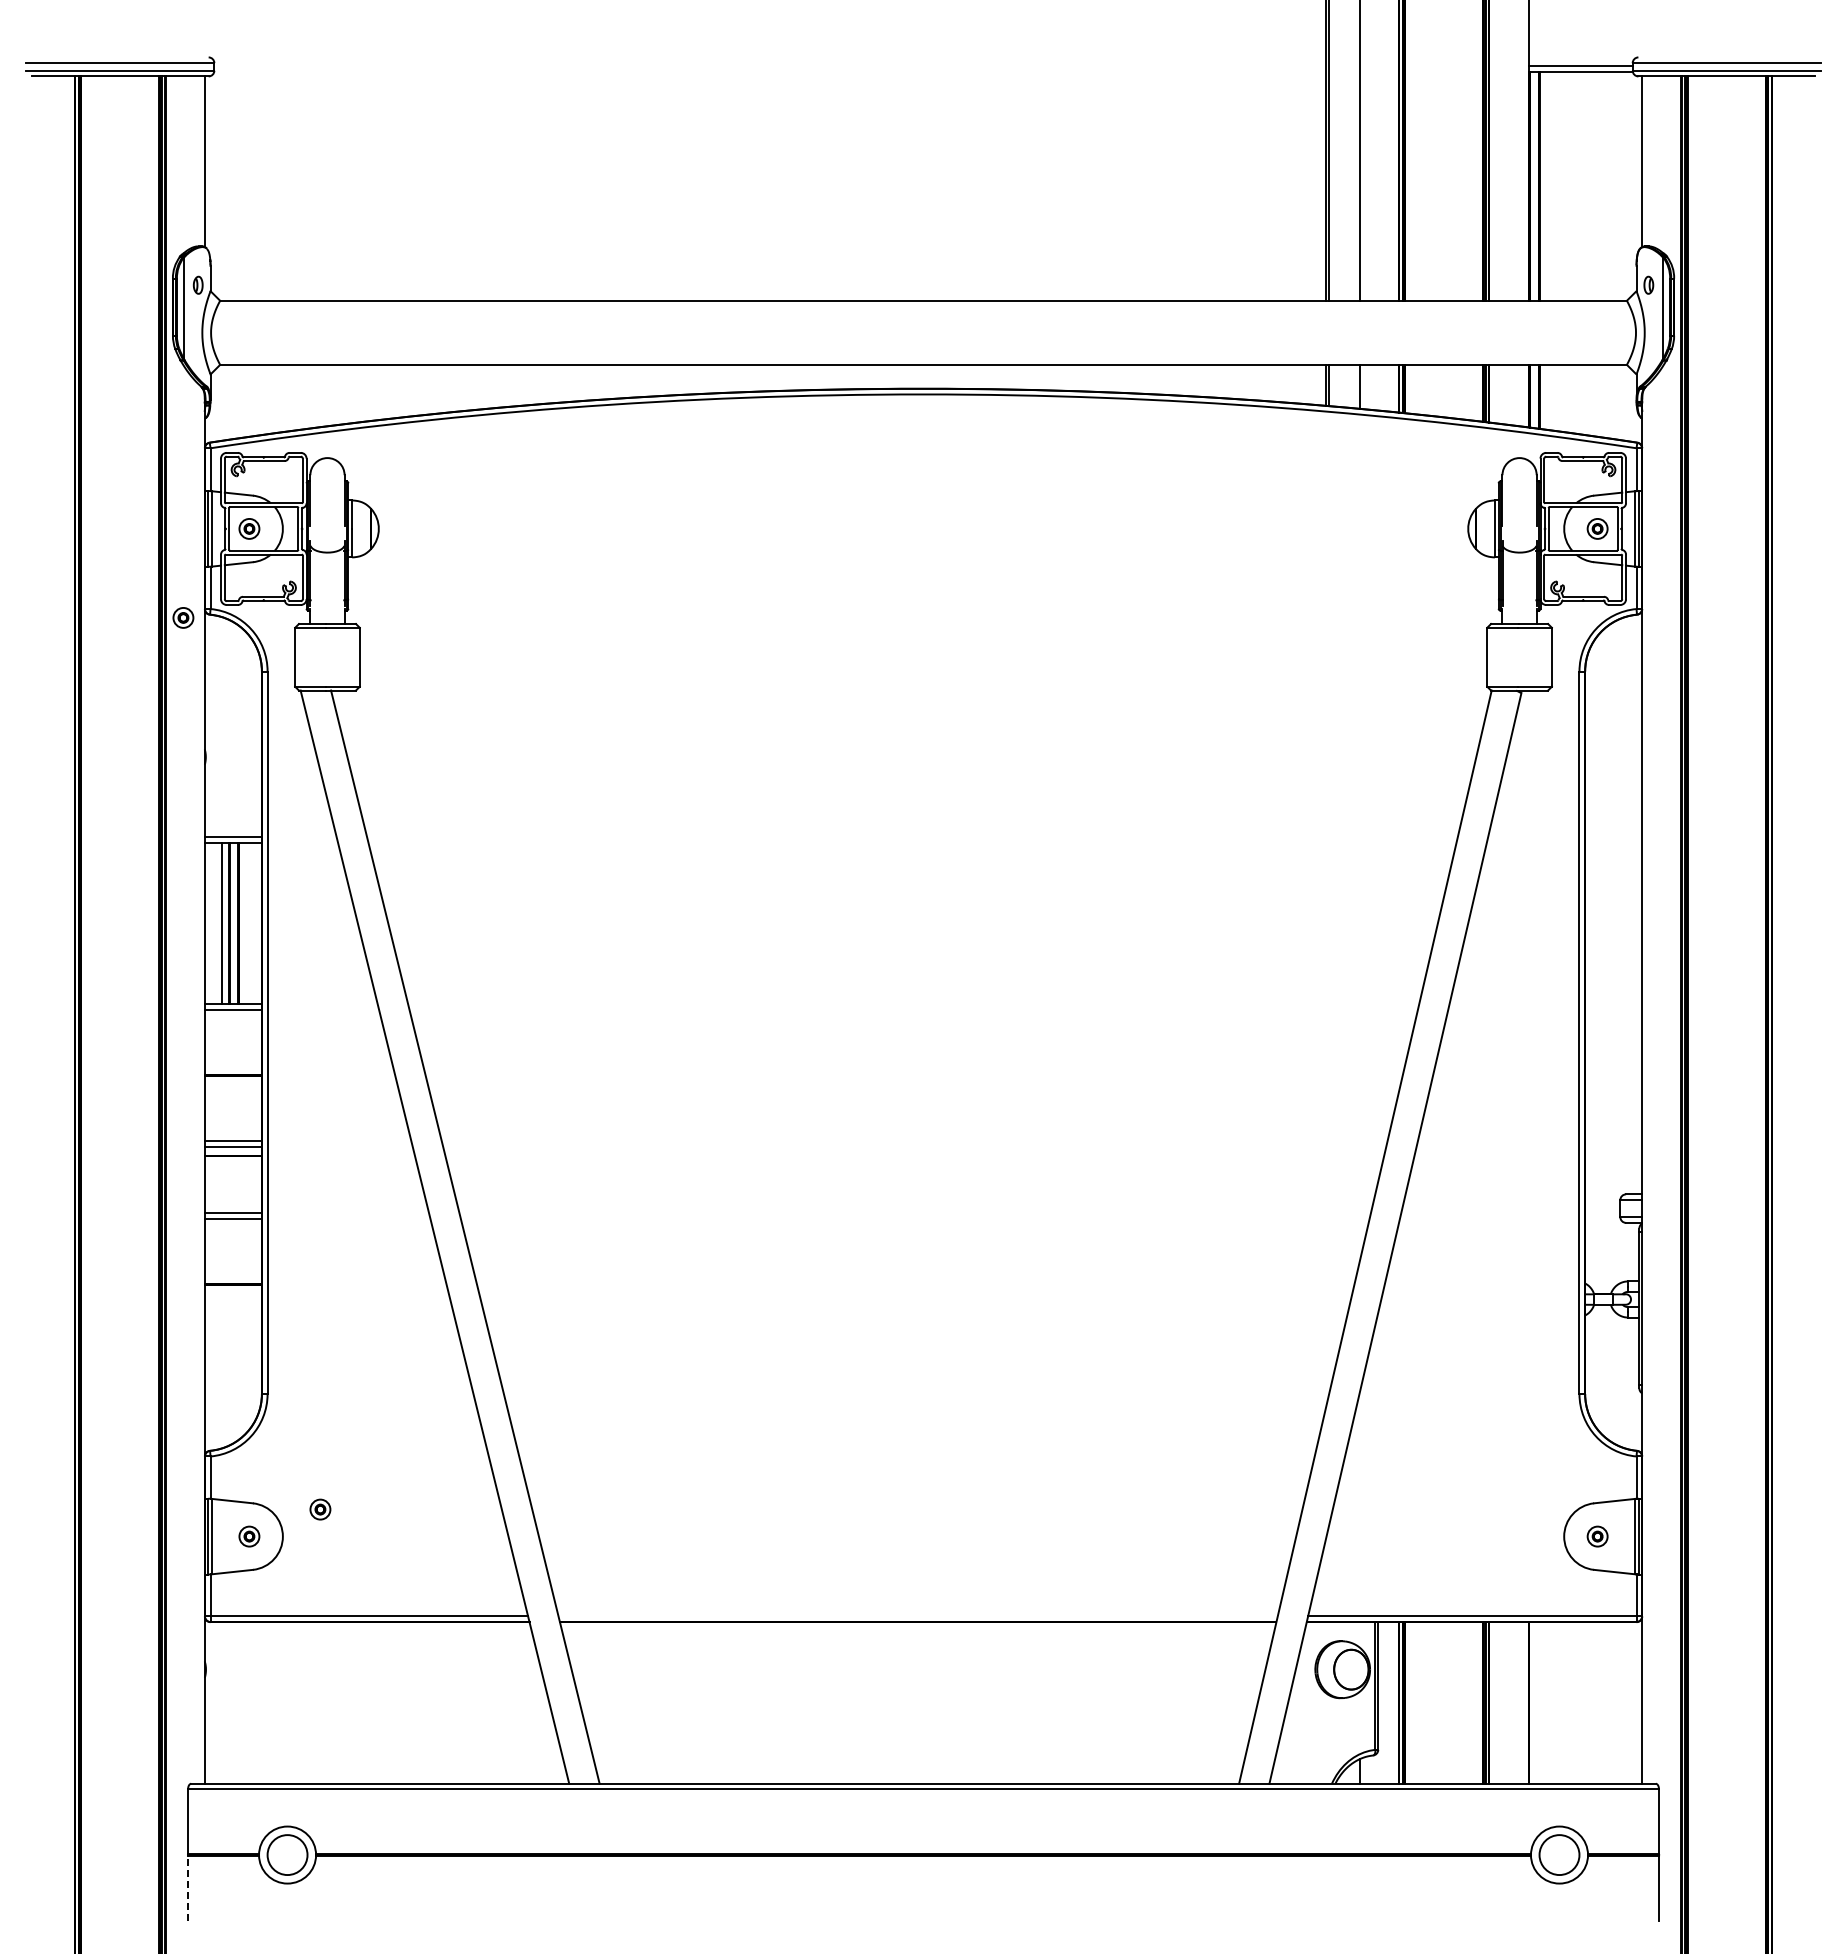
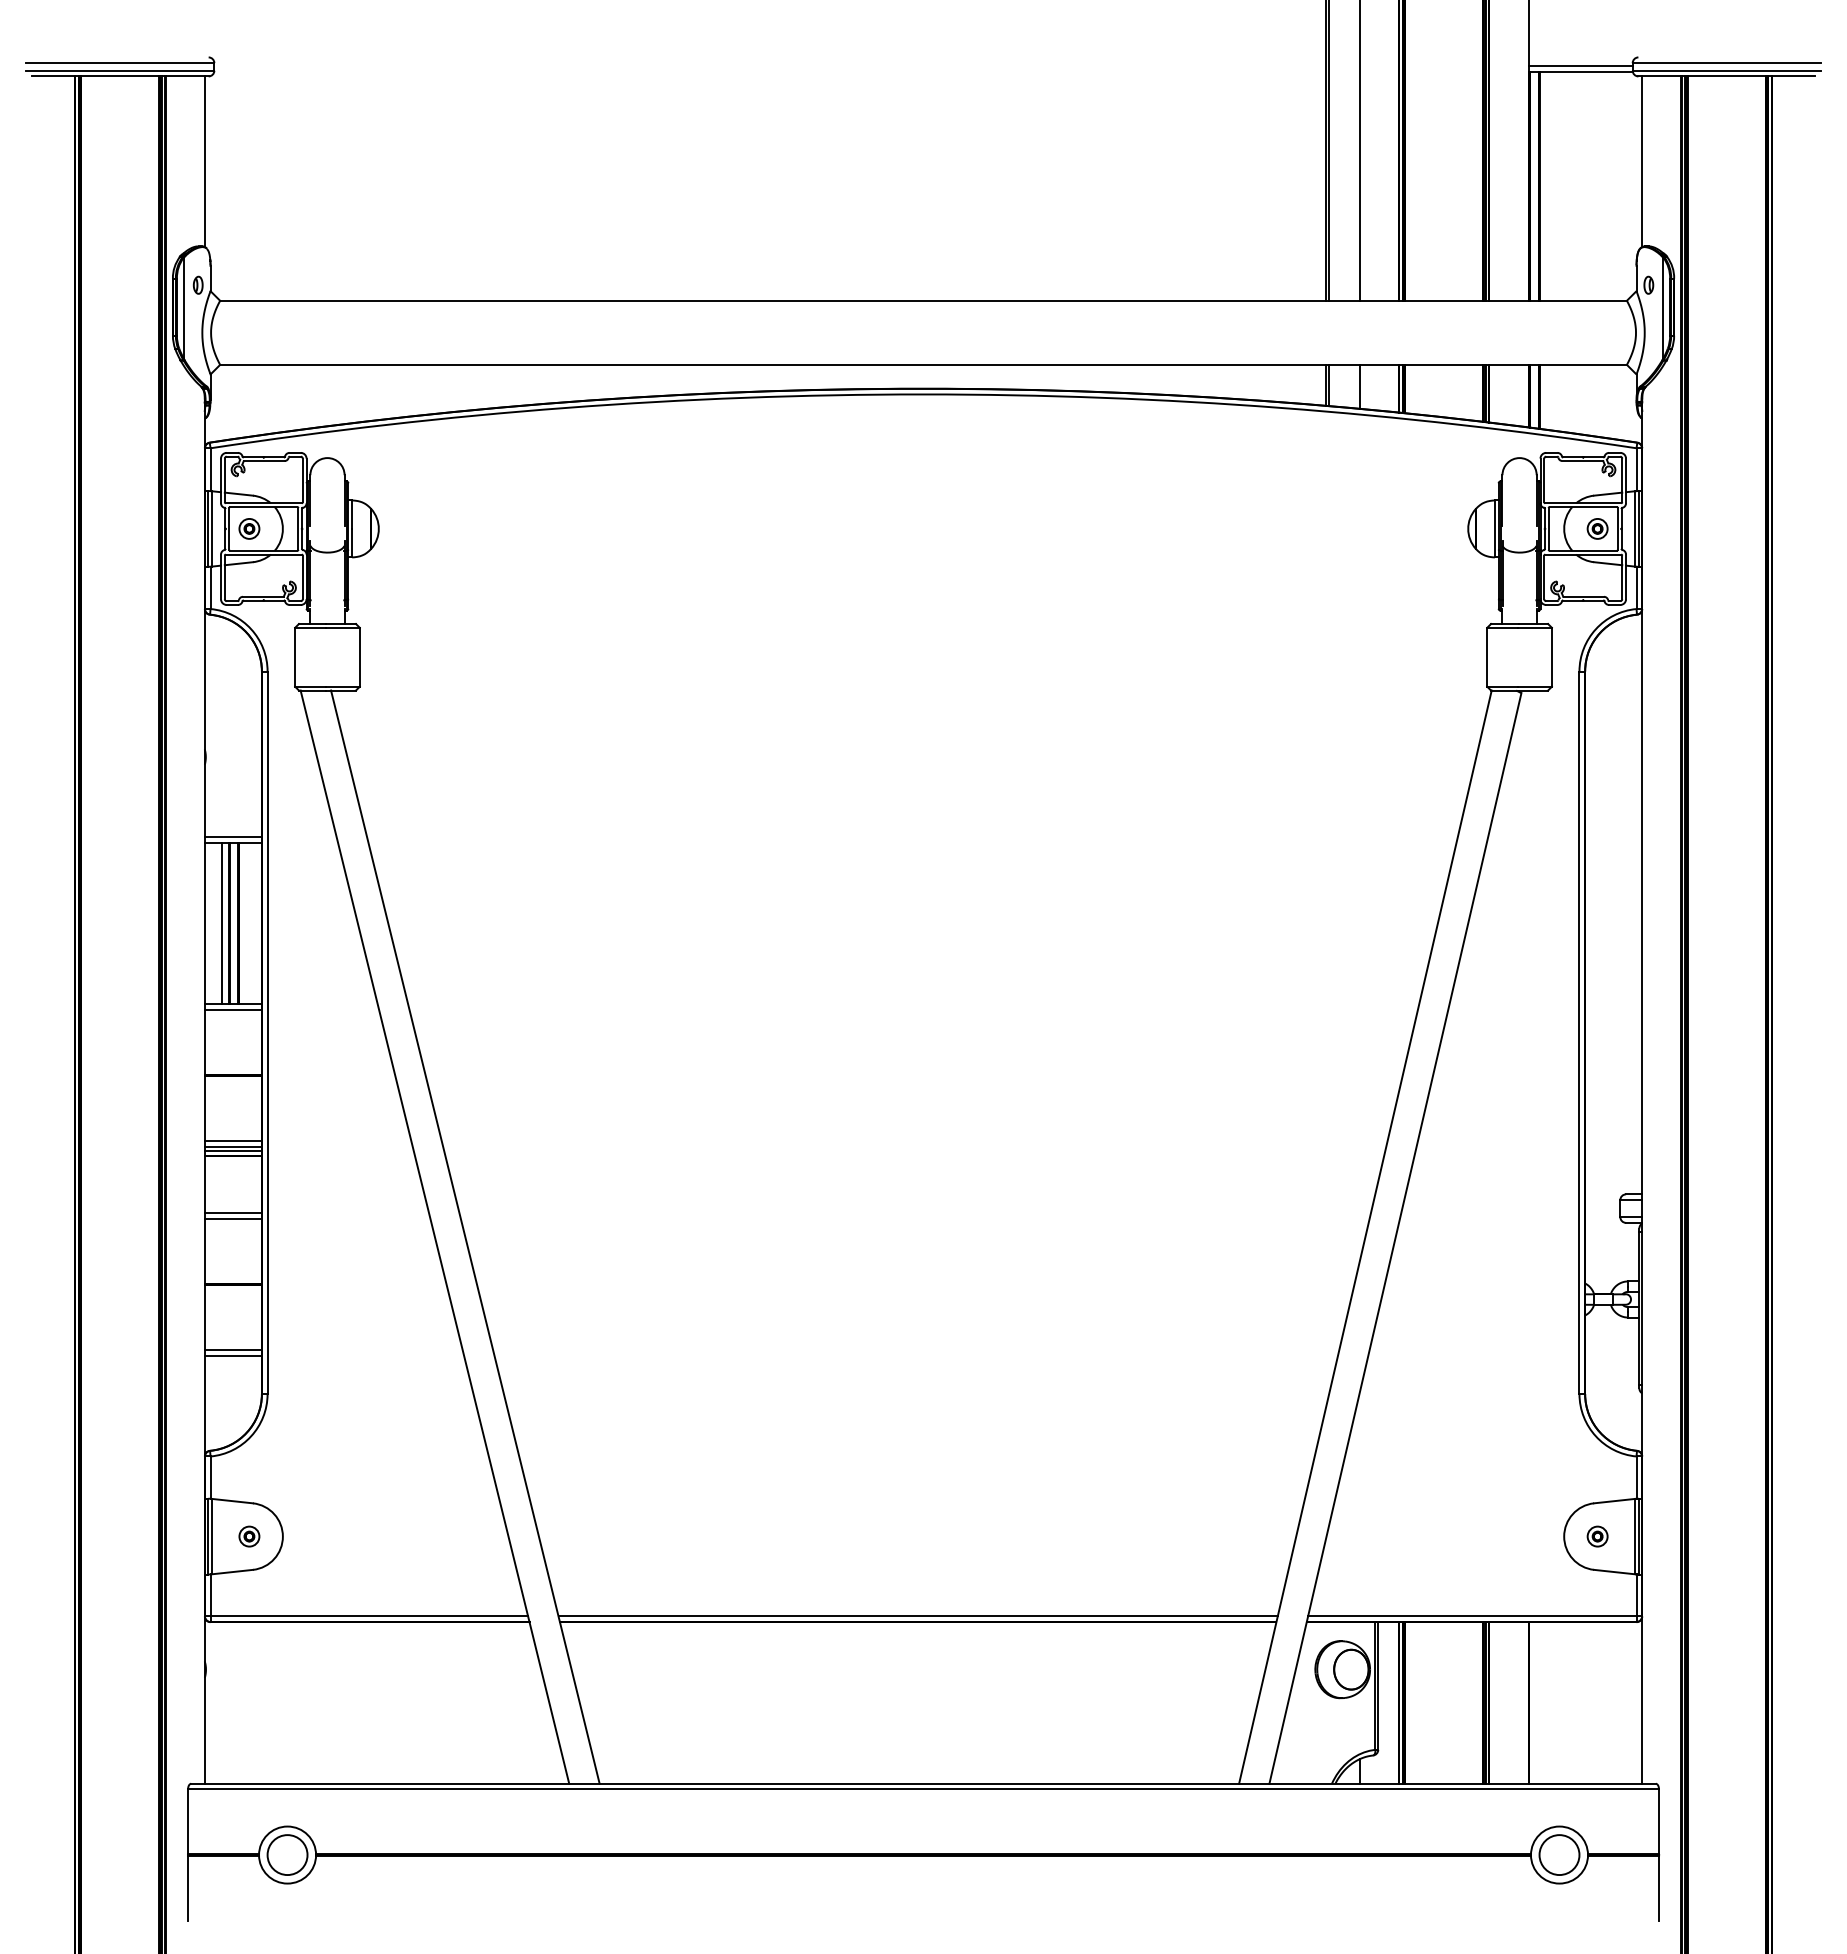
part at (183, 617): present -> none
line at (232, 1150): none -> present
line at (232, 1350): none -> present
line at (232, 1355): none -> present
part at (320, 1509): present -> none
line at (917, 1616): none -> present
line at (188, 1888): dashed -> solid
